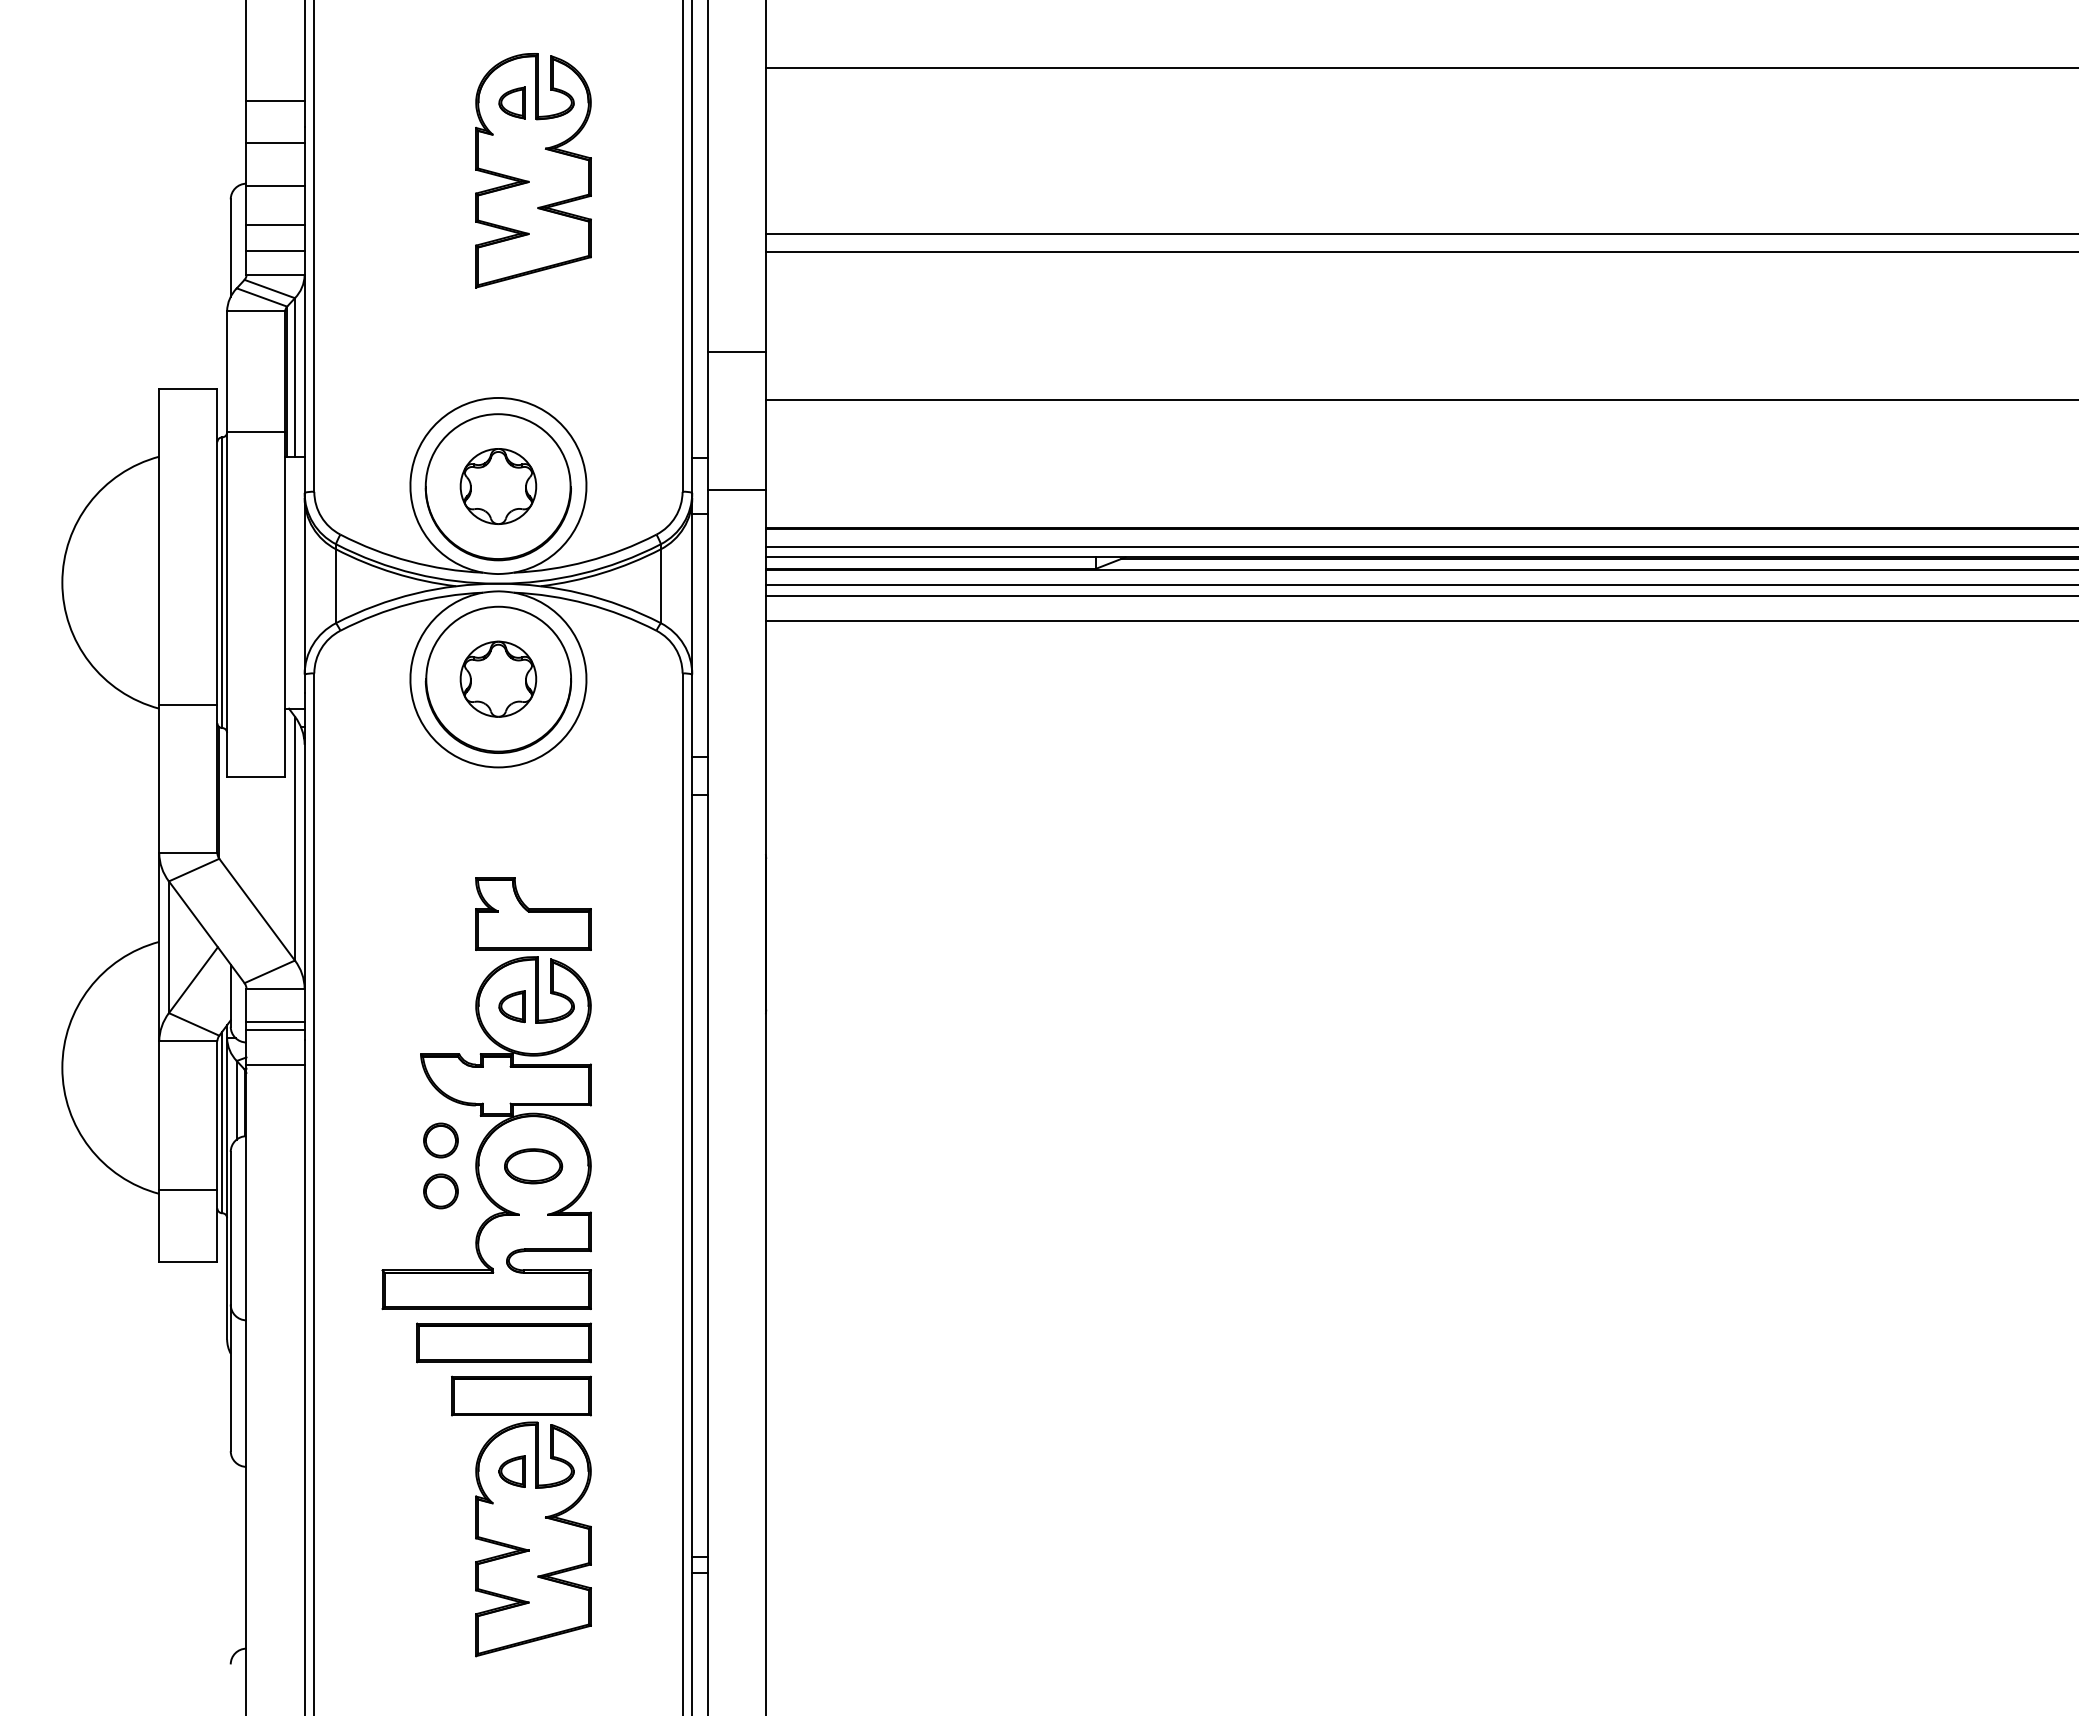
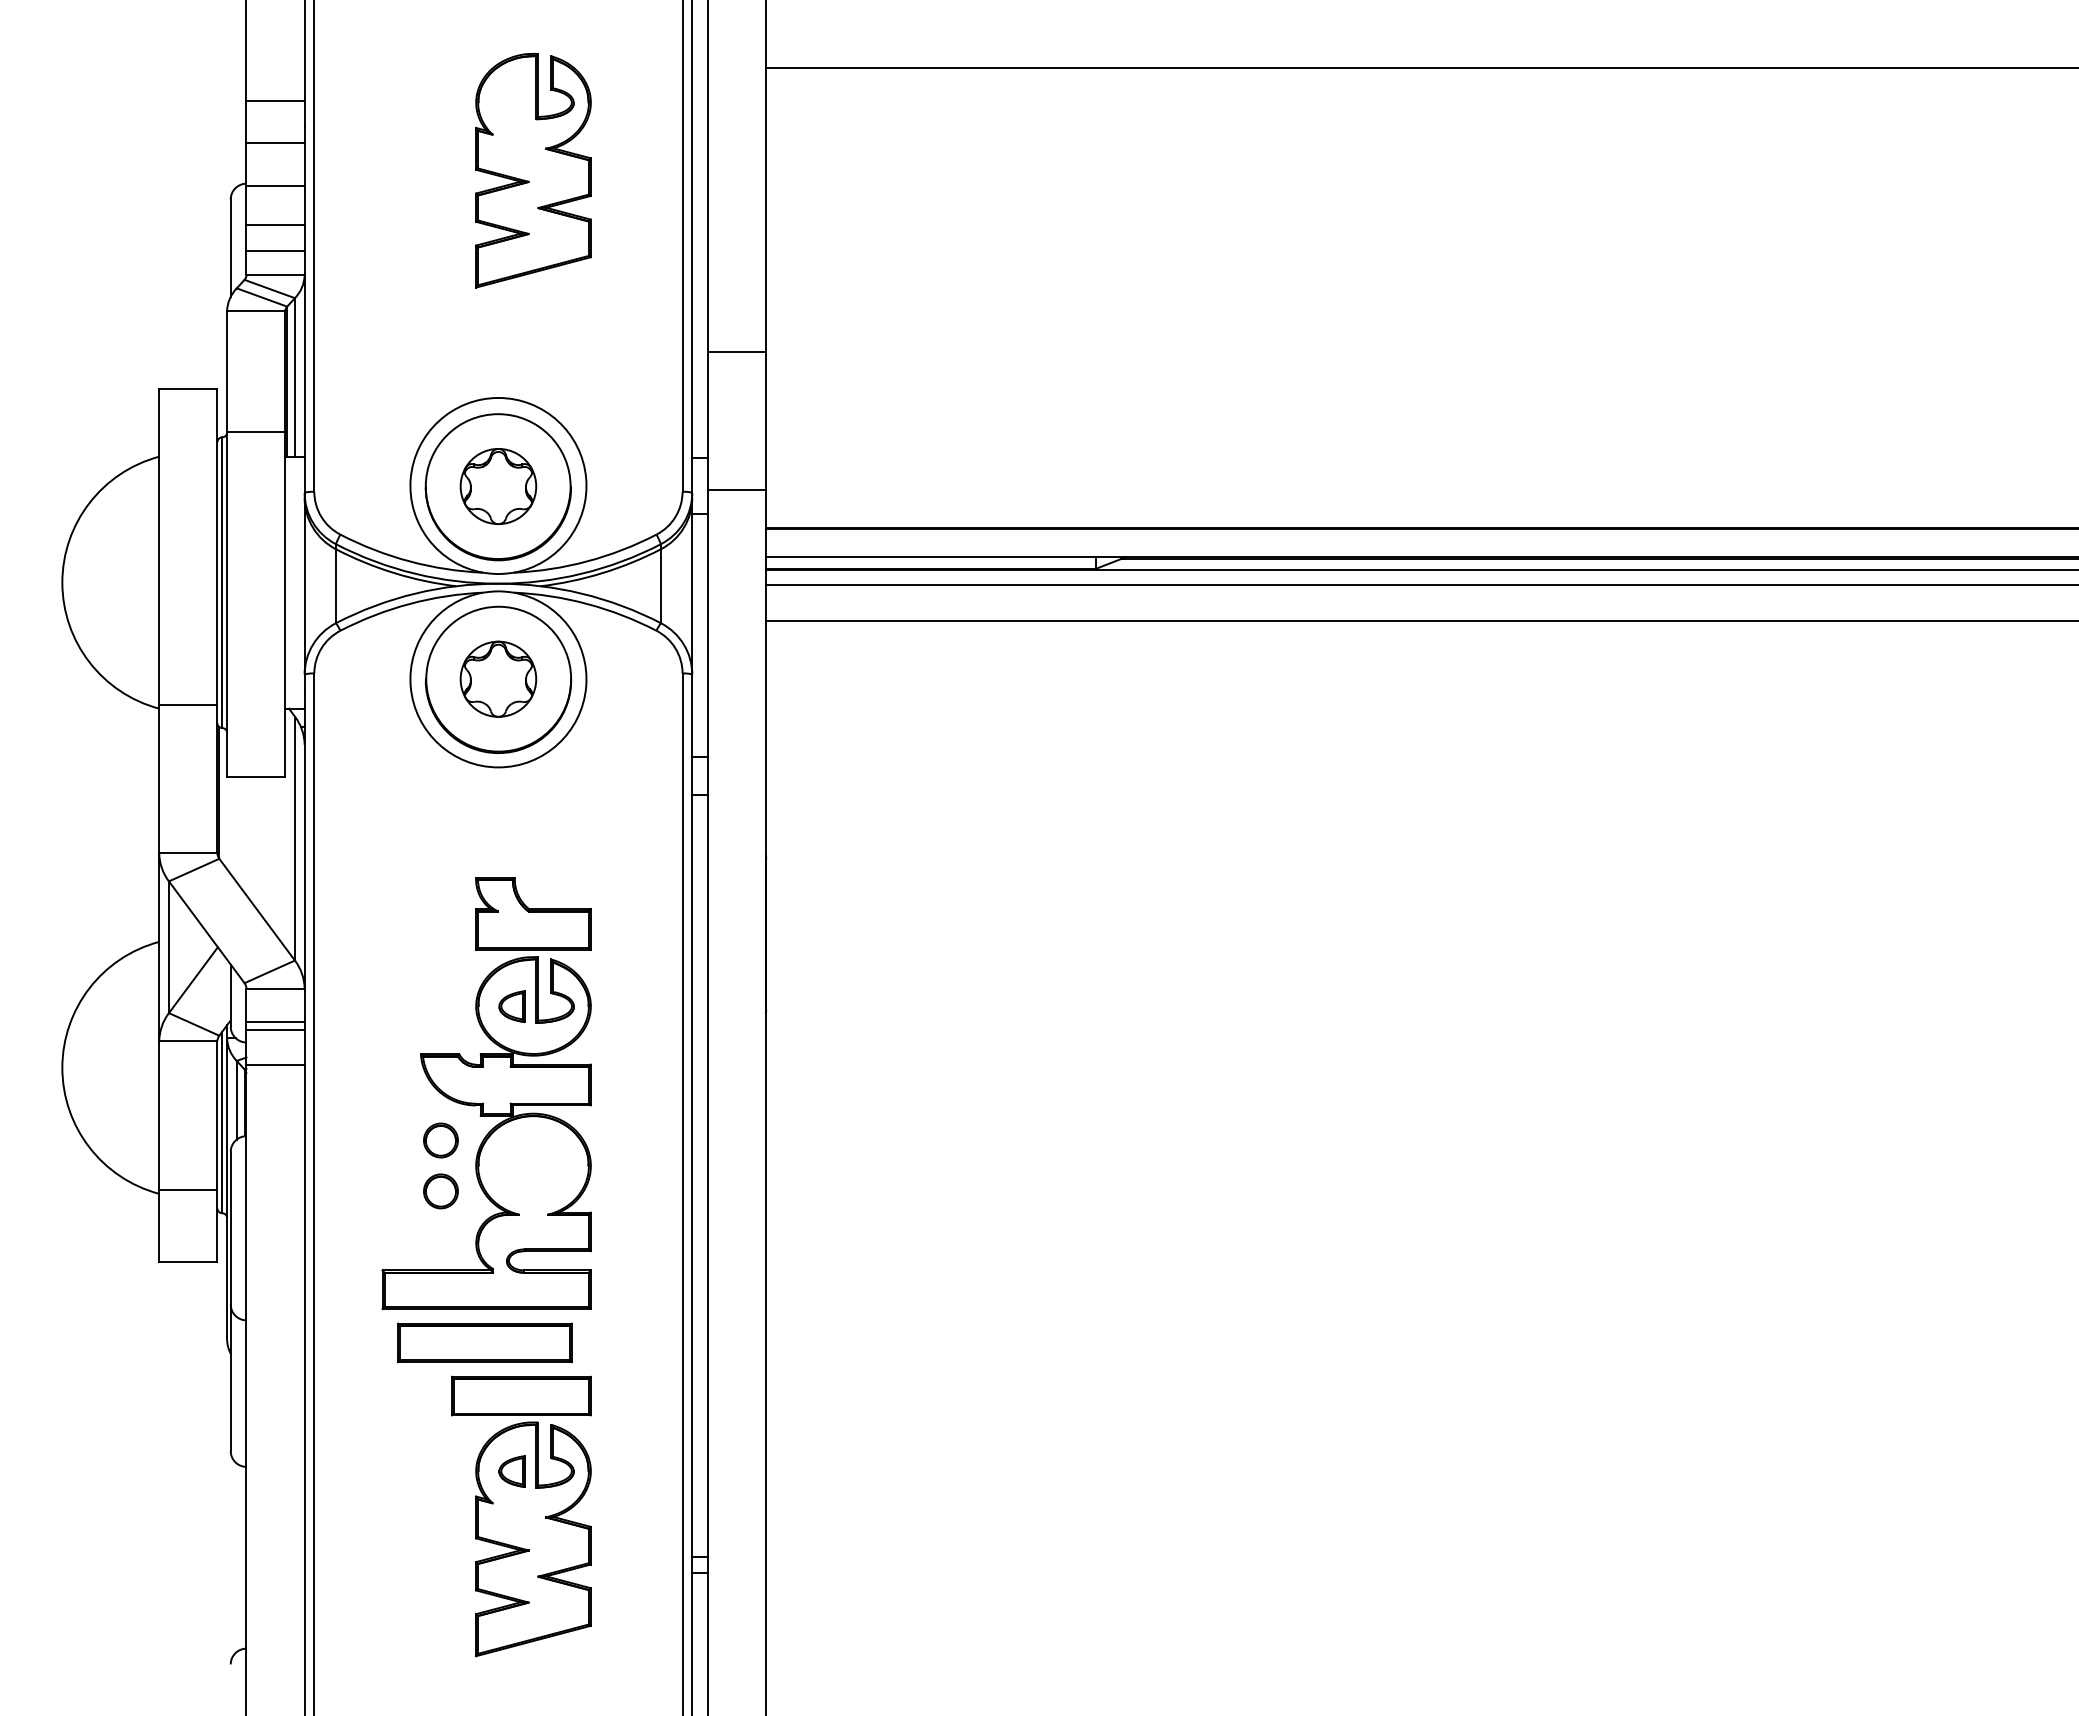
part at (511, 102): present -> none
line at (1420, 233): present -> none
line at (1420, 252): present -> none
line at (1420, 400): present -> none
line at (1420, 547): present -> none
line at (1420, 595): present -> none
part at (533, 1166): present -> none
part at (503, 1342) position: (503, 1342) -> (484, 1342)
